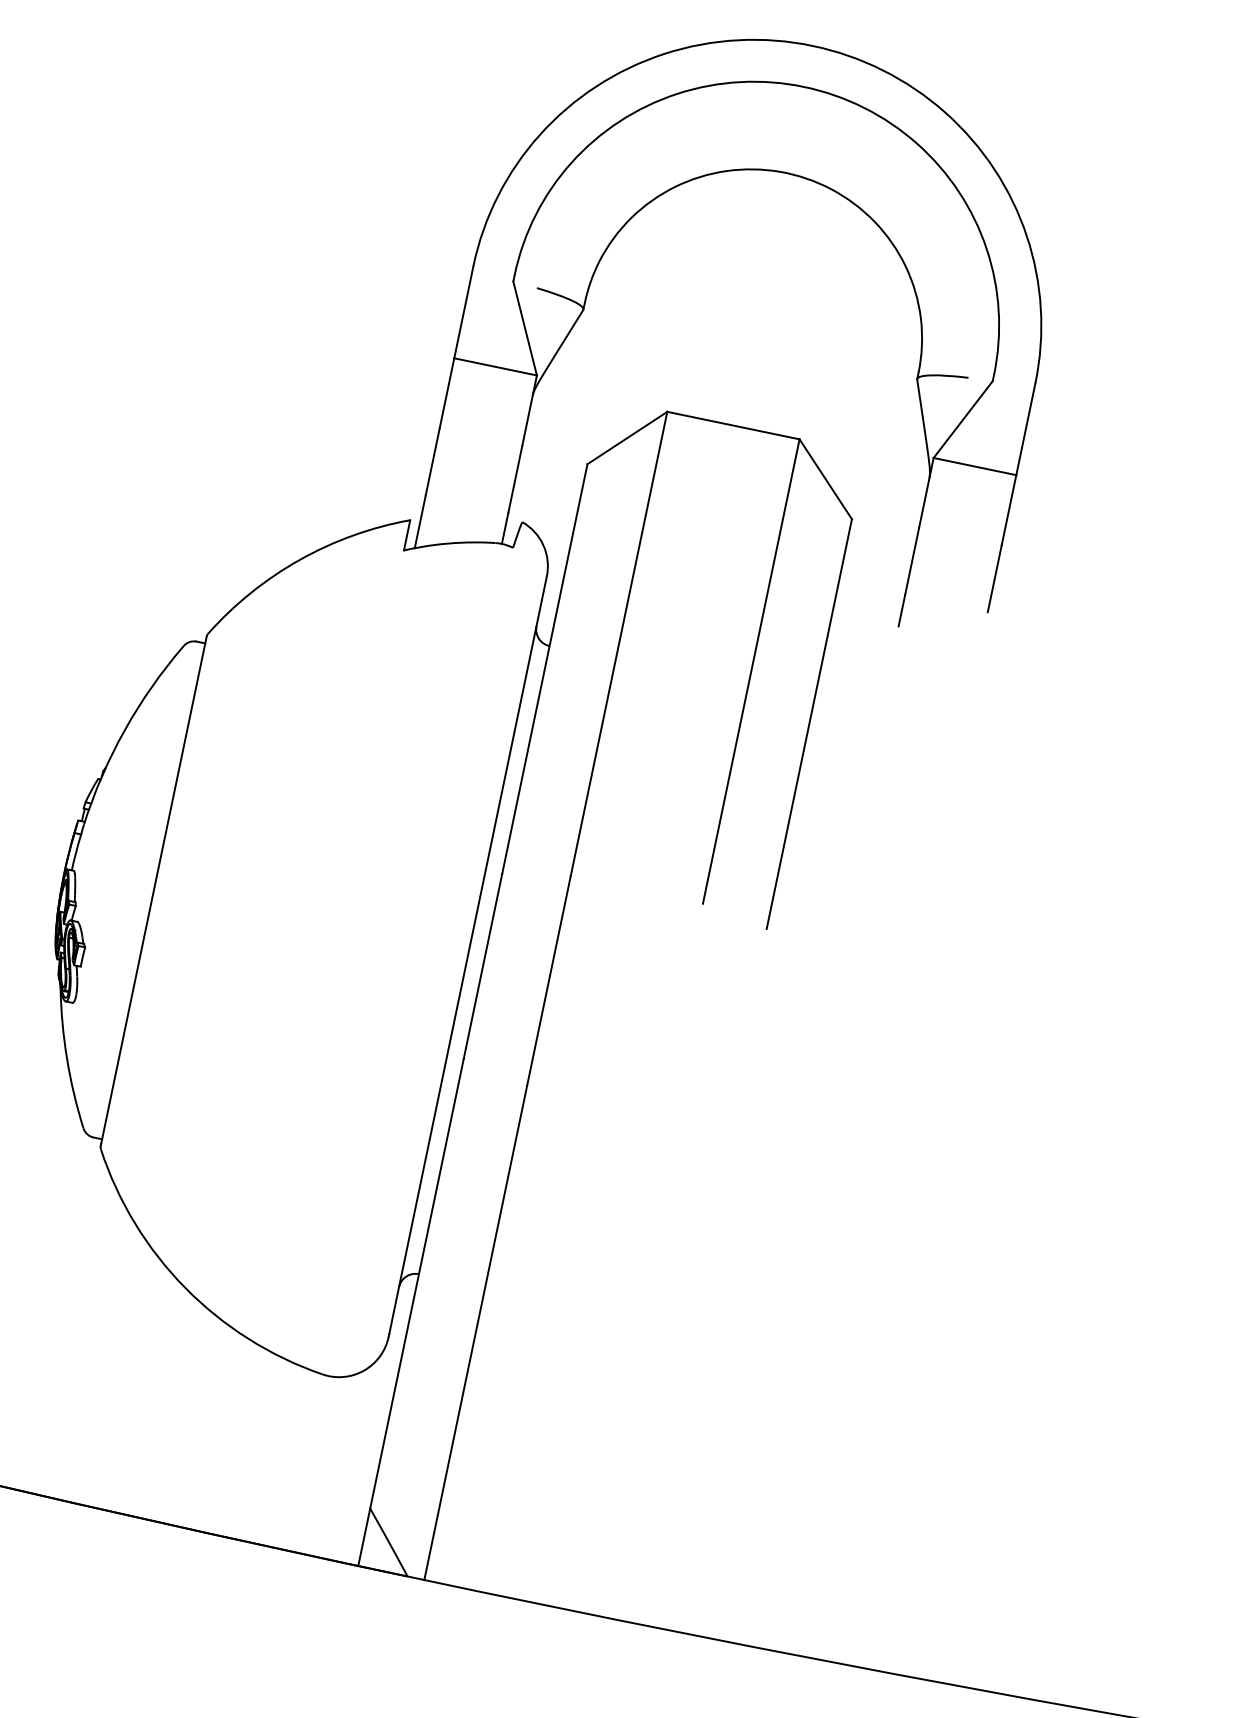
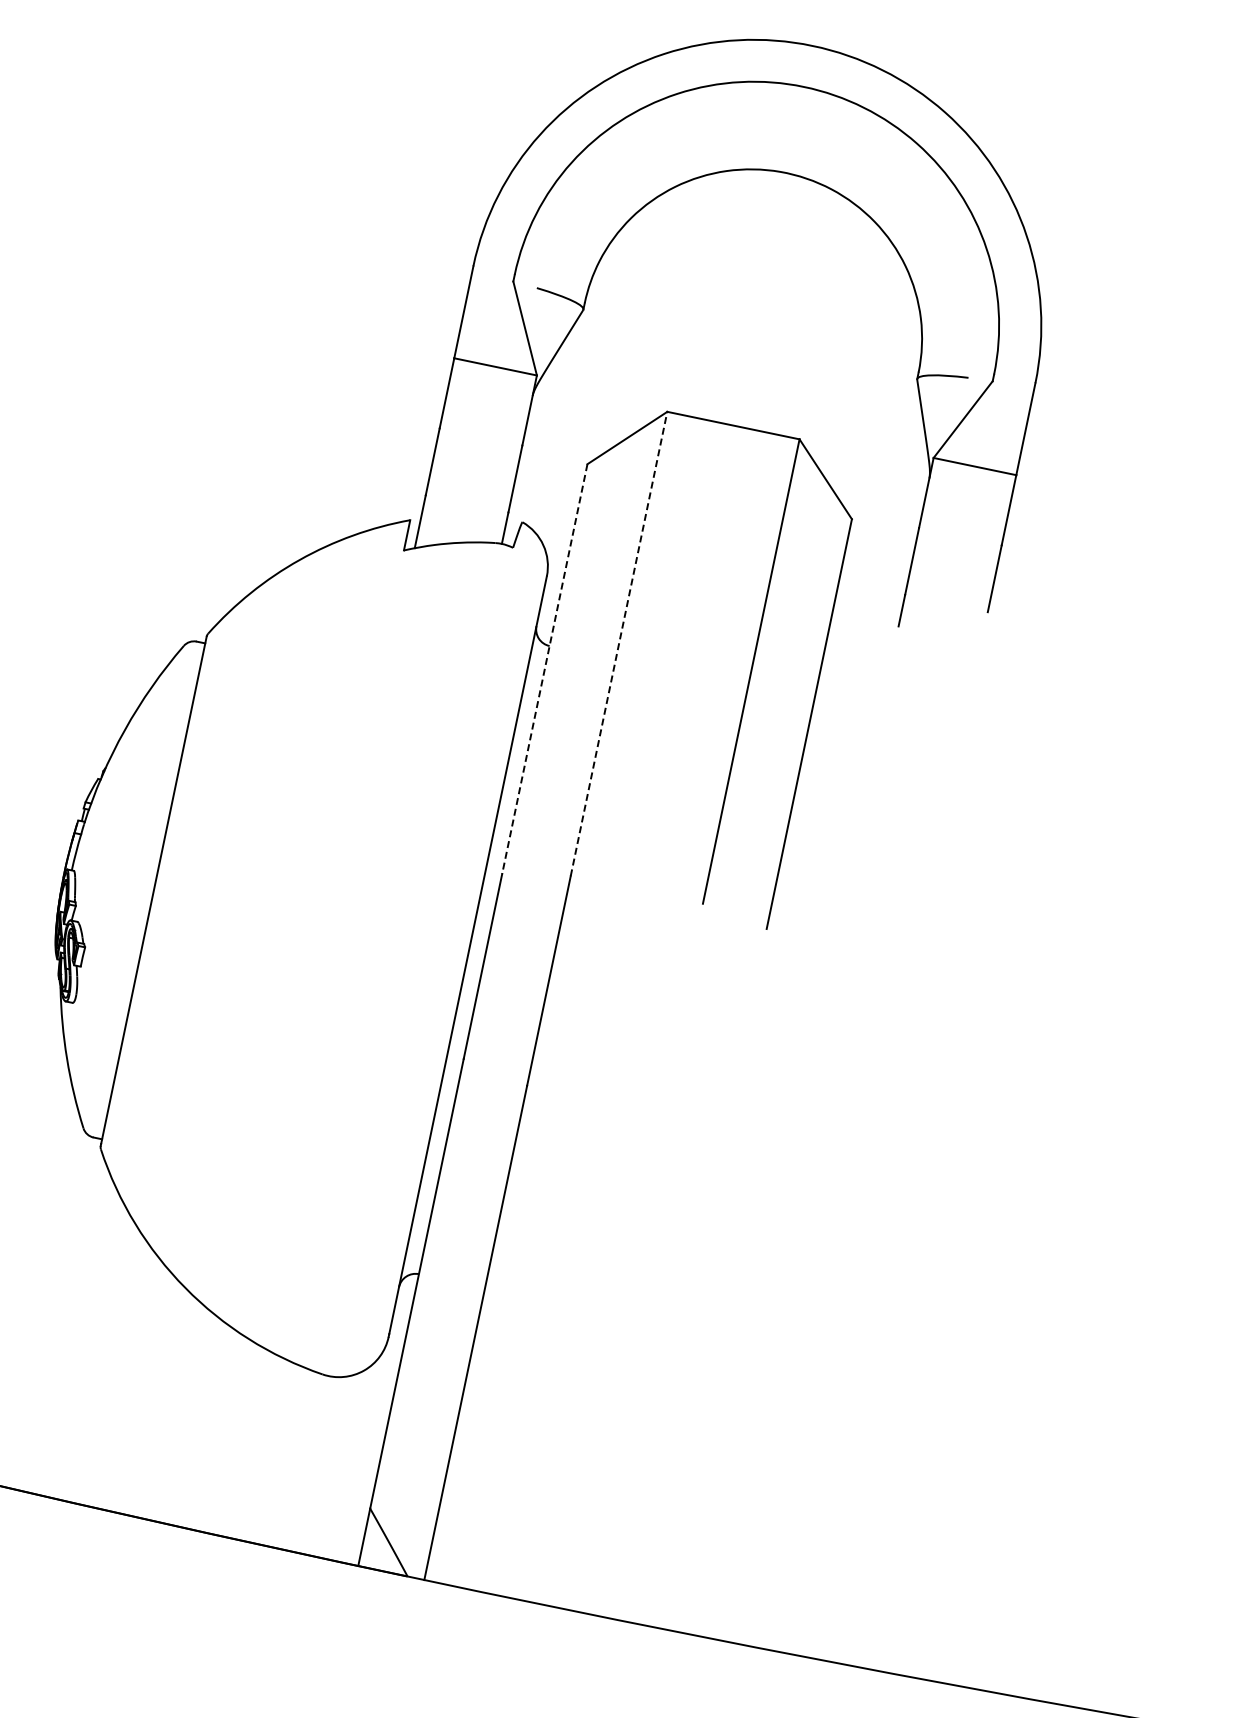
line at (619, 643): solid -> dashed
line at (544, 669): solid -> dashed
